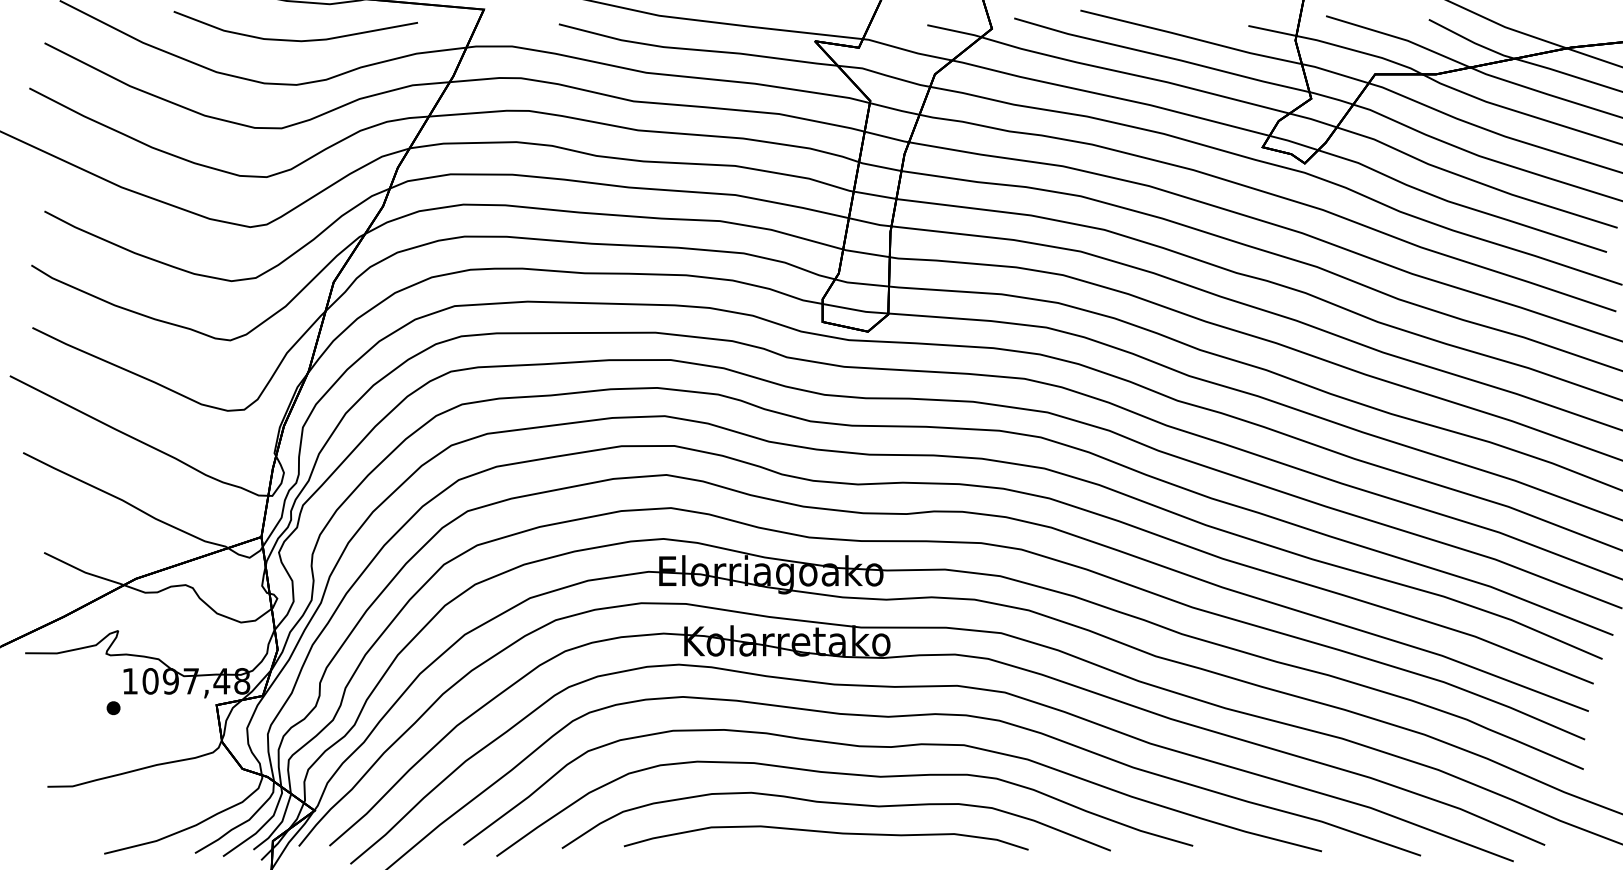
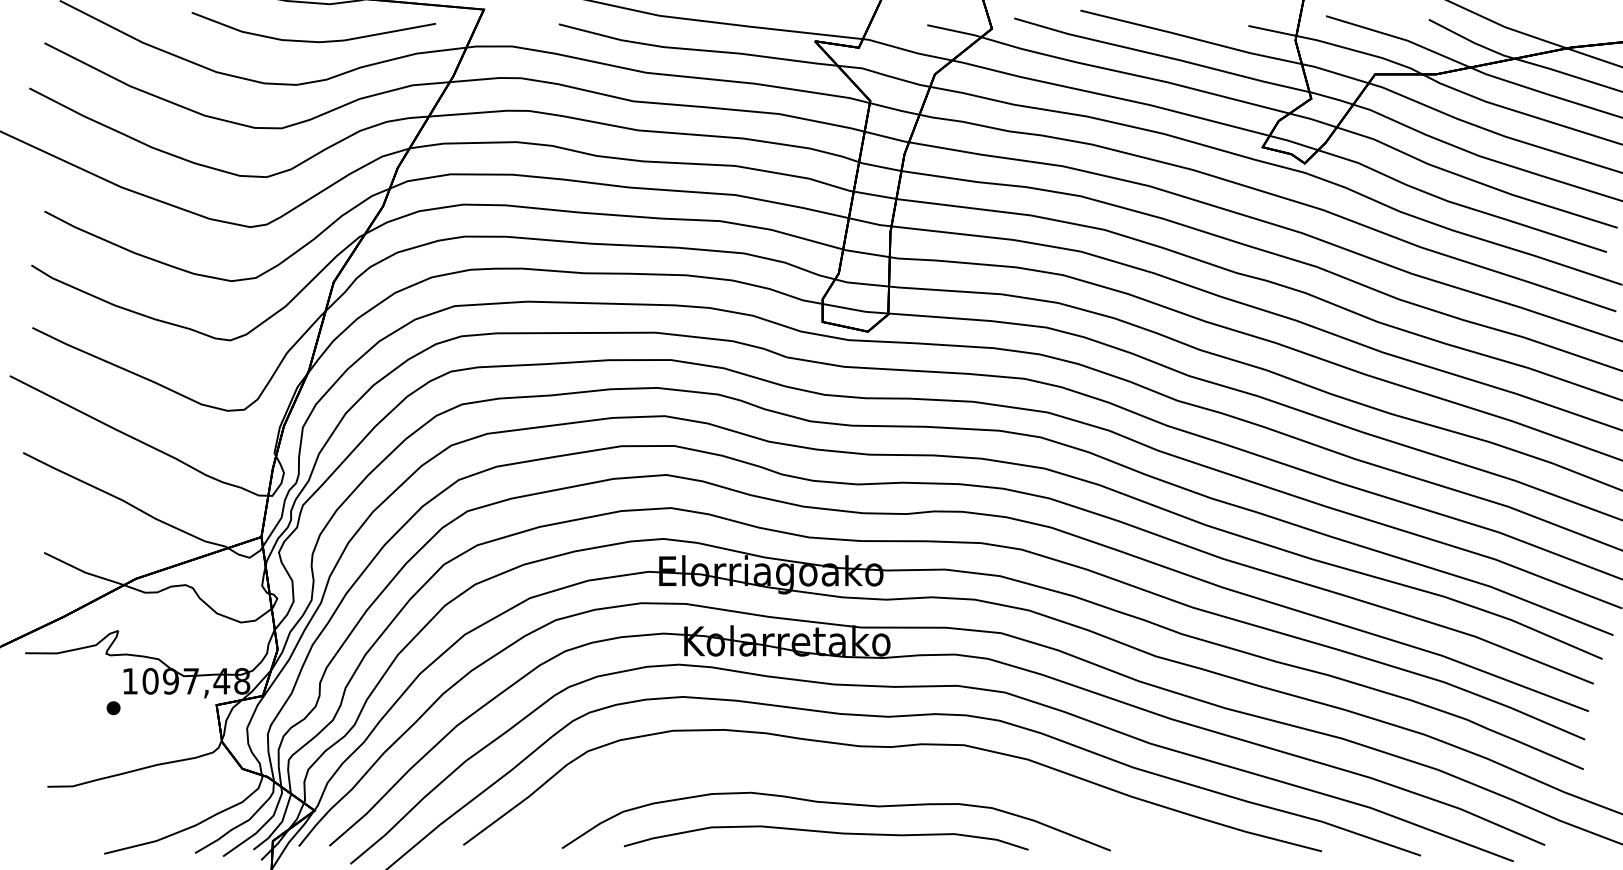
curve at (294, 39) position: (294, 39) -> (312, 40)
part at (848, 775): present -> none
